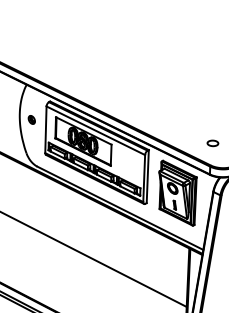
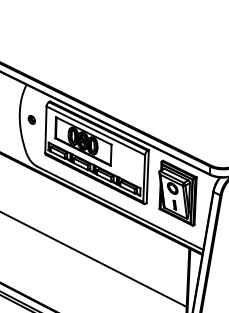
part at (212, 143): present -> none
